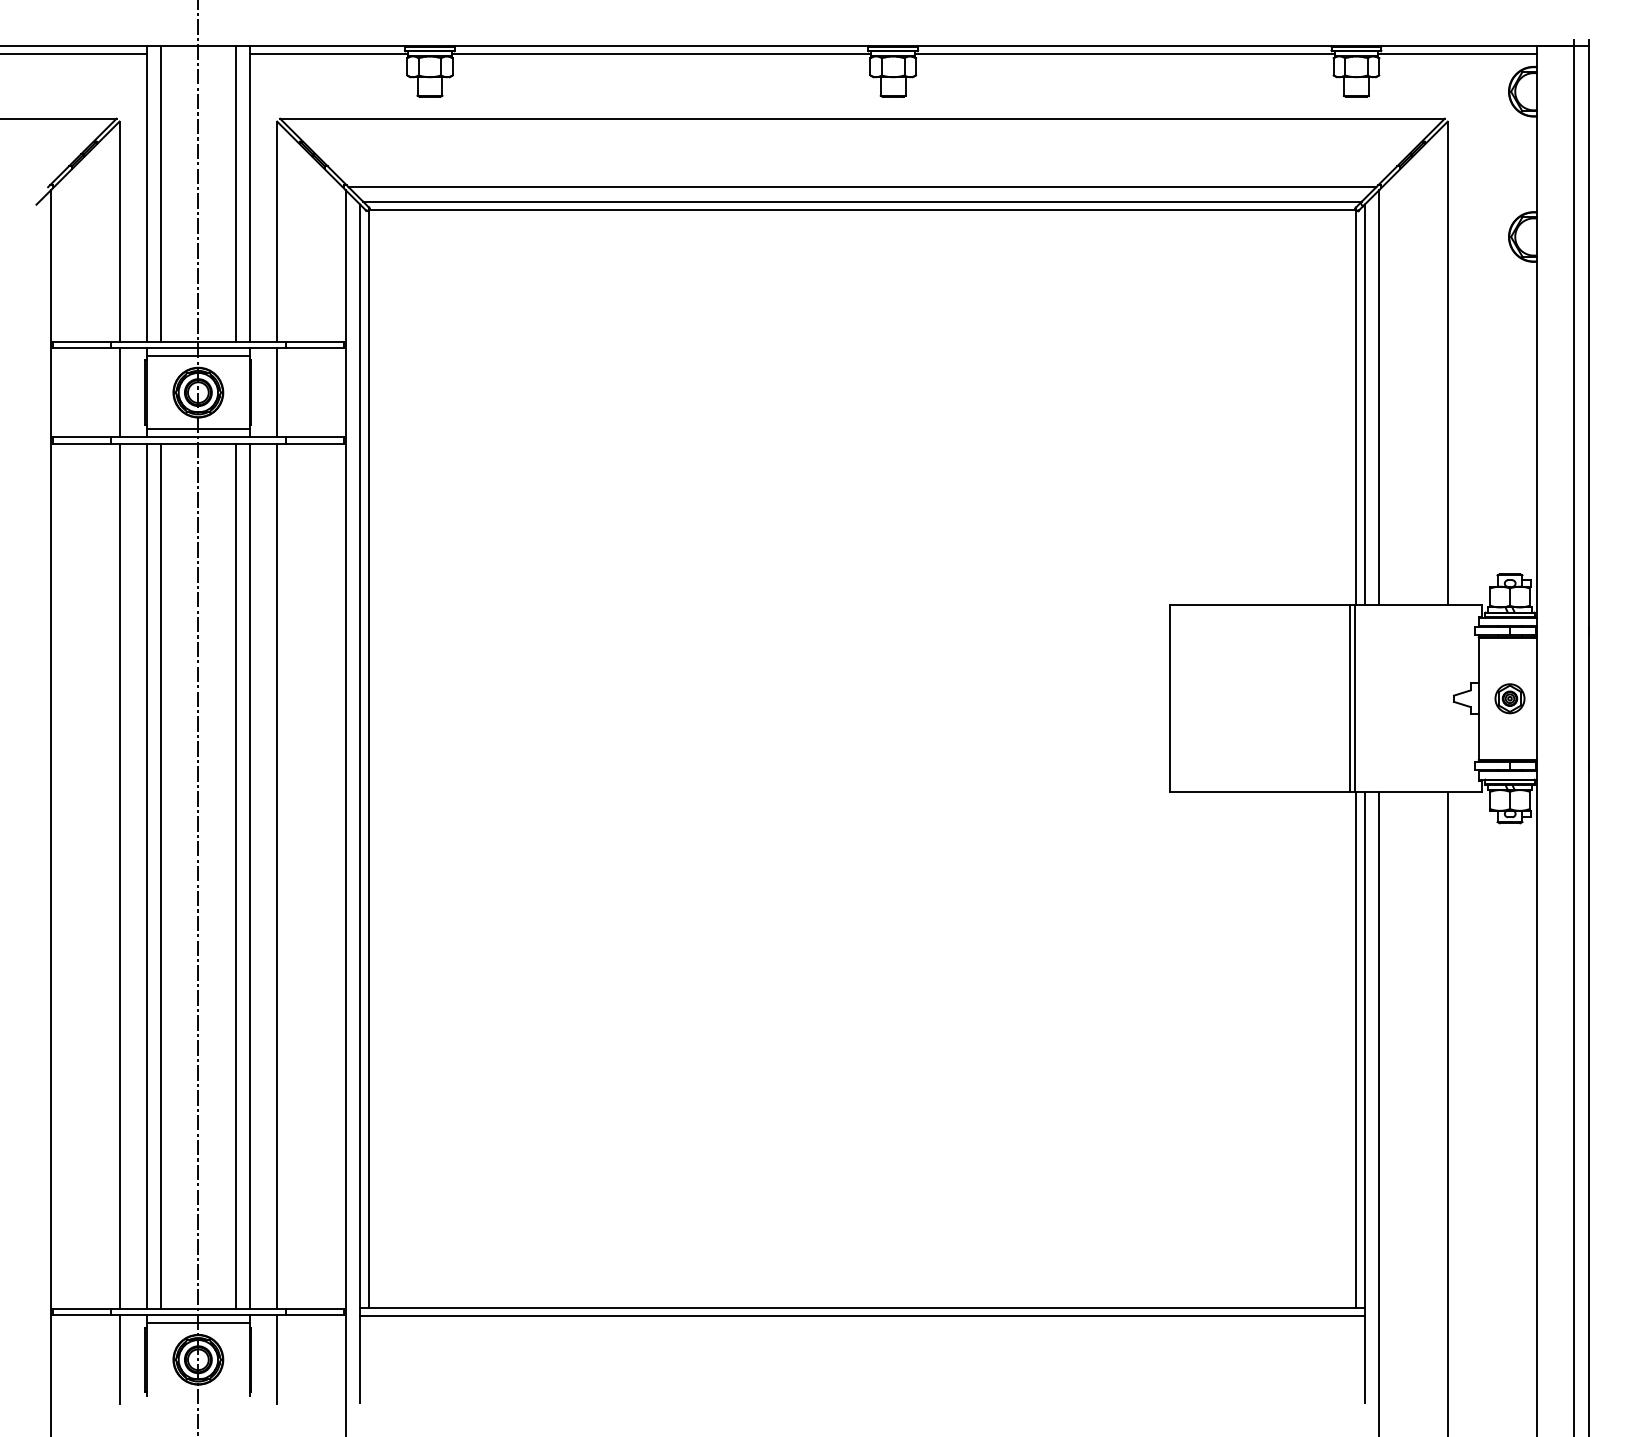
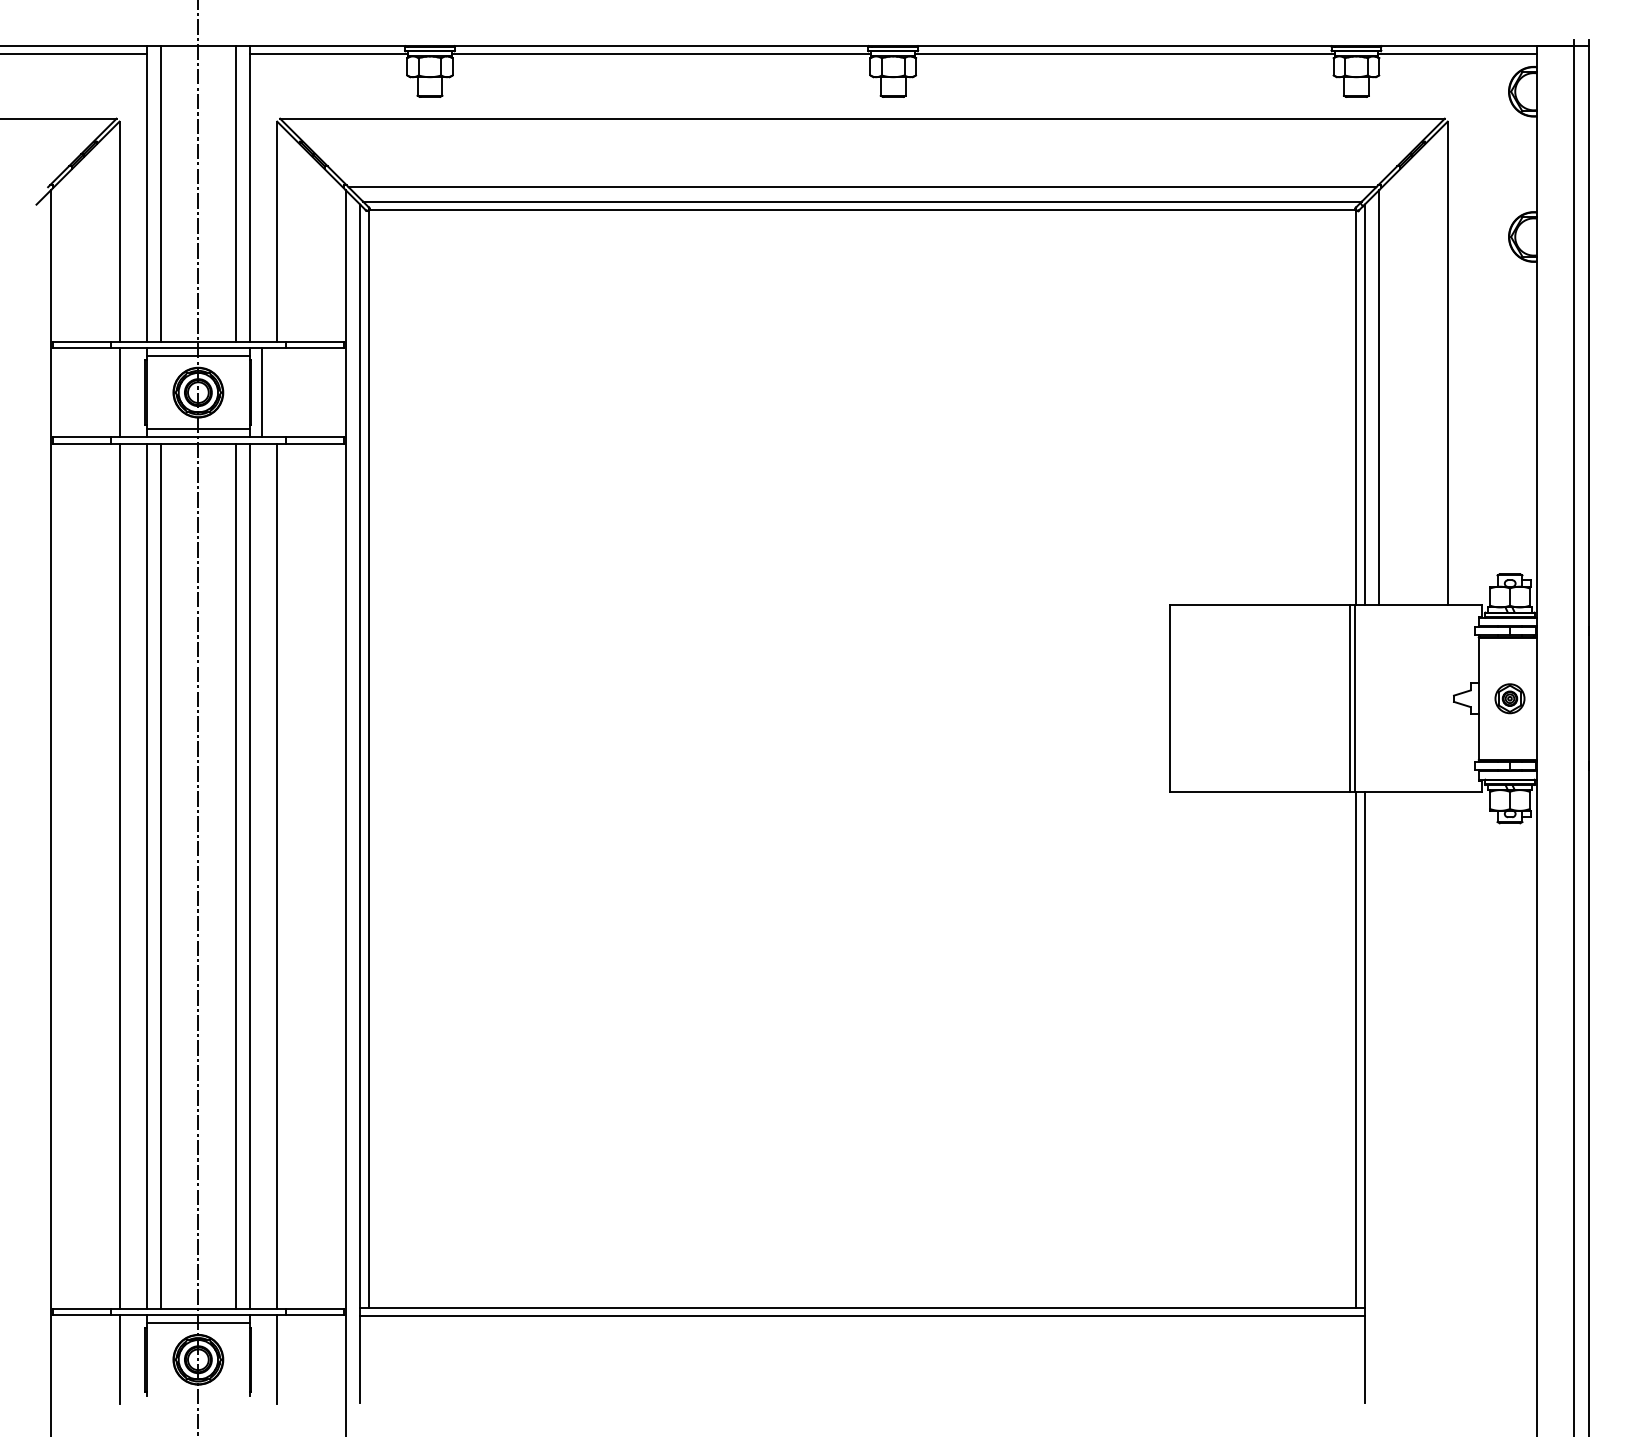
line at (277, 392) position: (277, 392) -> (262, 392)
line at (1379, 1112): present -> none
line at (1447, 1112): present -> none
